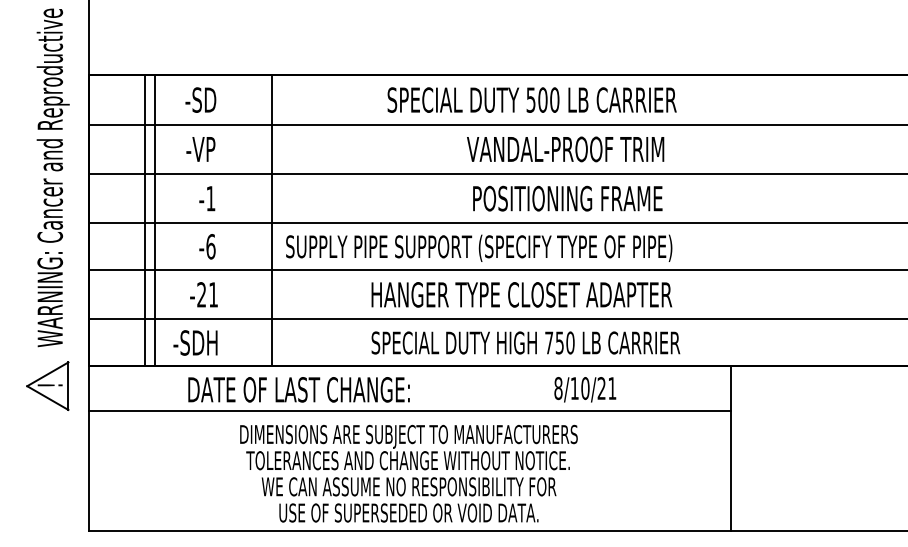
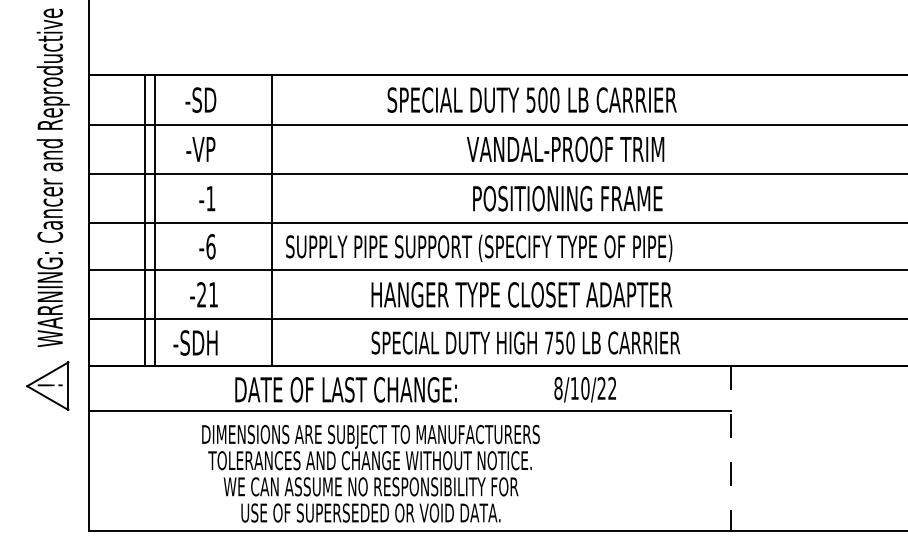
text at (612, 388): 8/10/21 -> 8/10/22
text at (298, 389) position: (298, 389) -> (345, 389)
line at (731, 449): solid -> dashed
text at (408, 473) position: (408, 473) -> (370, 473)
